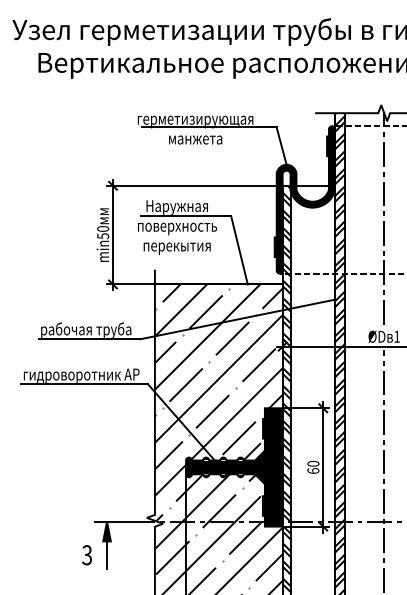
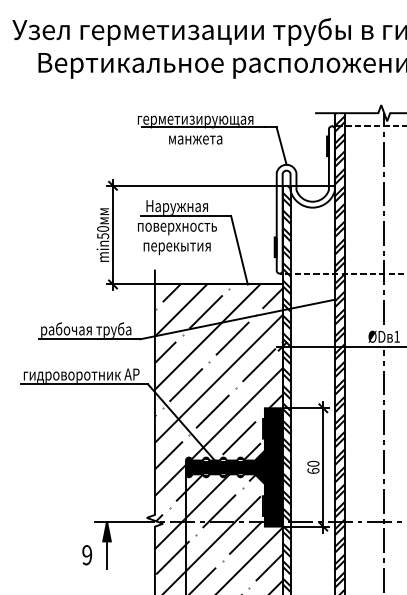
fill at (305, 199): present -> none
text at (87, 555): 3 -> 9
